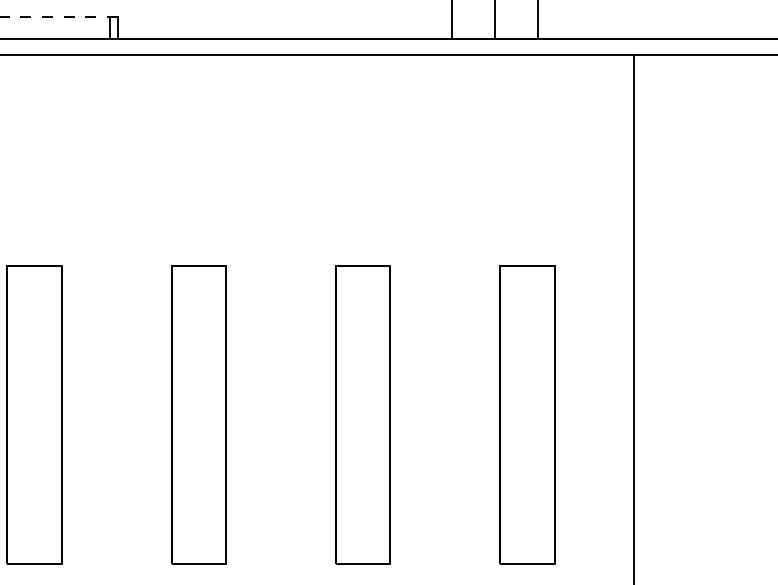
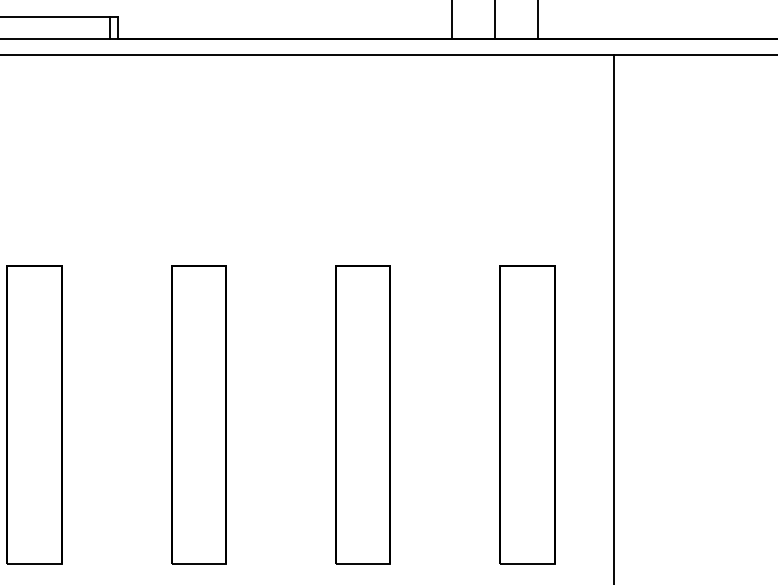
line at (59, 16): dashed -> solid
line at (634, 317) position: (634, 317) -> (614, 317)
